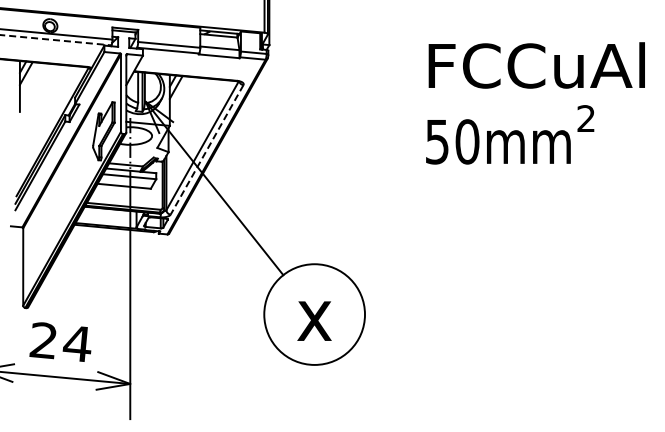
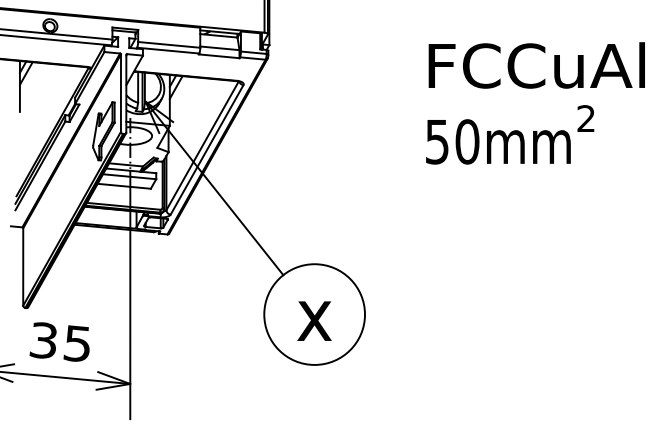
line at (55, 40): dashed -> solid
line at (206, 150): dashed -> solid
text at (60, 341): 24 -> 35
